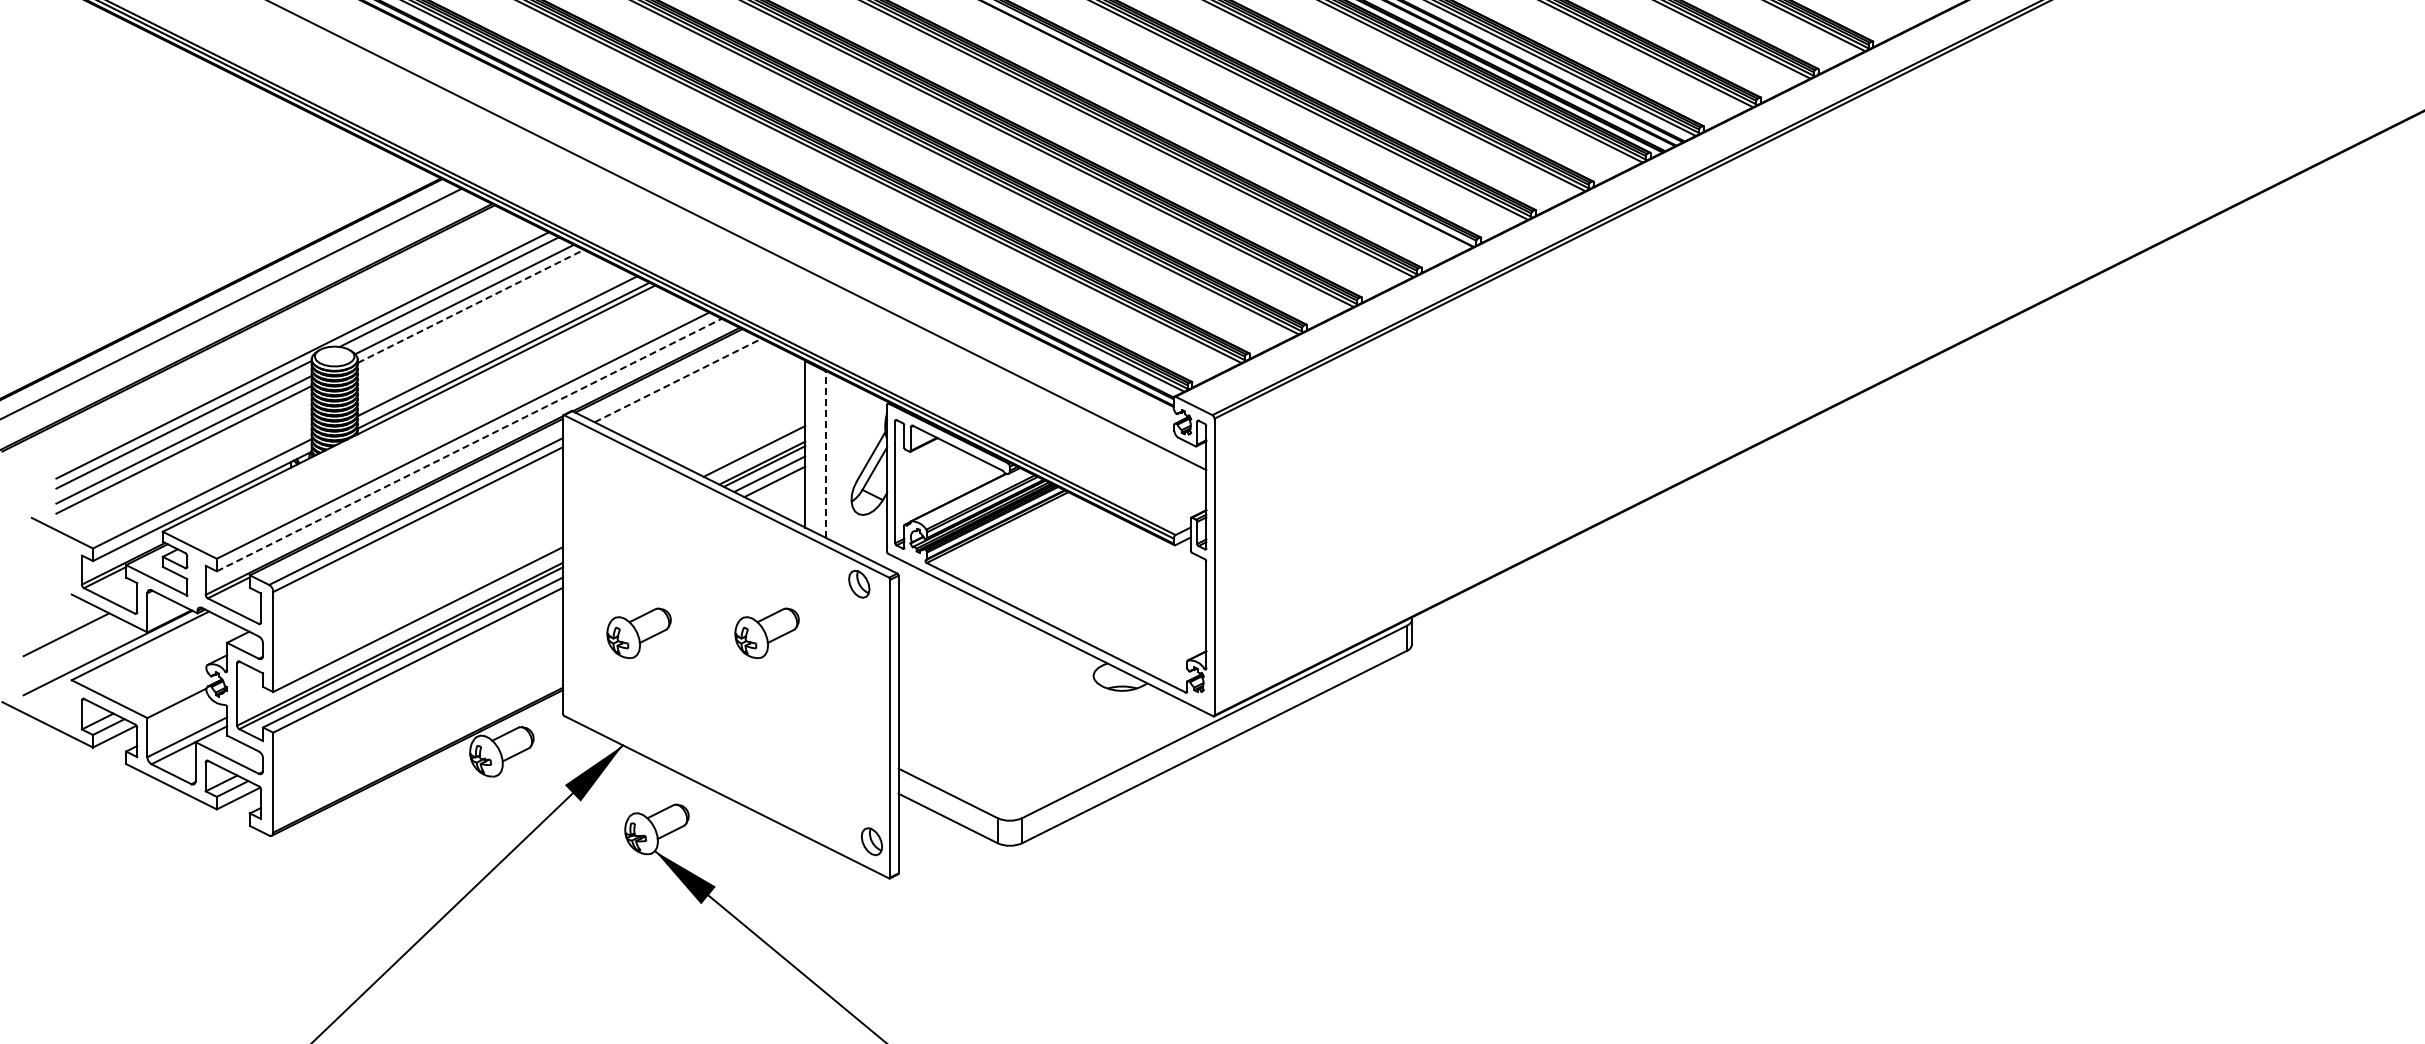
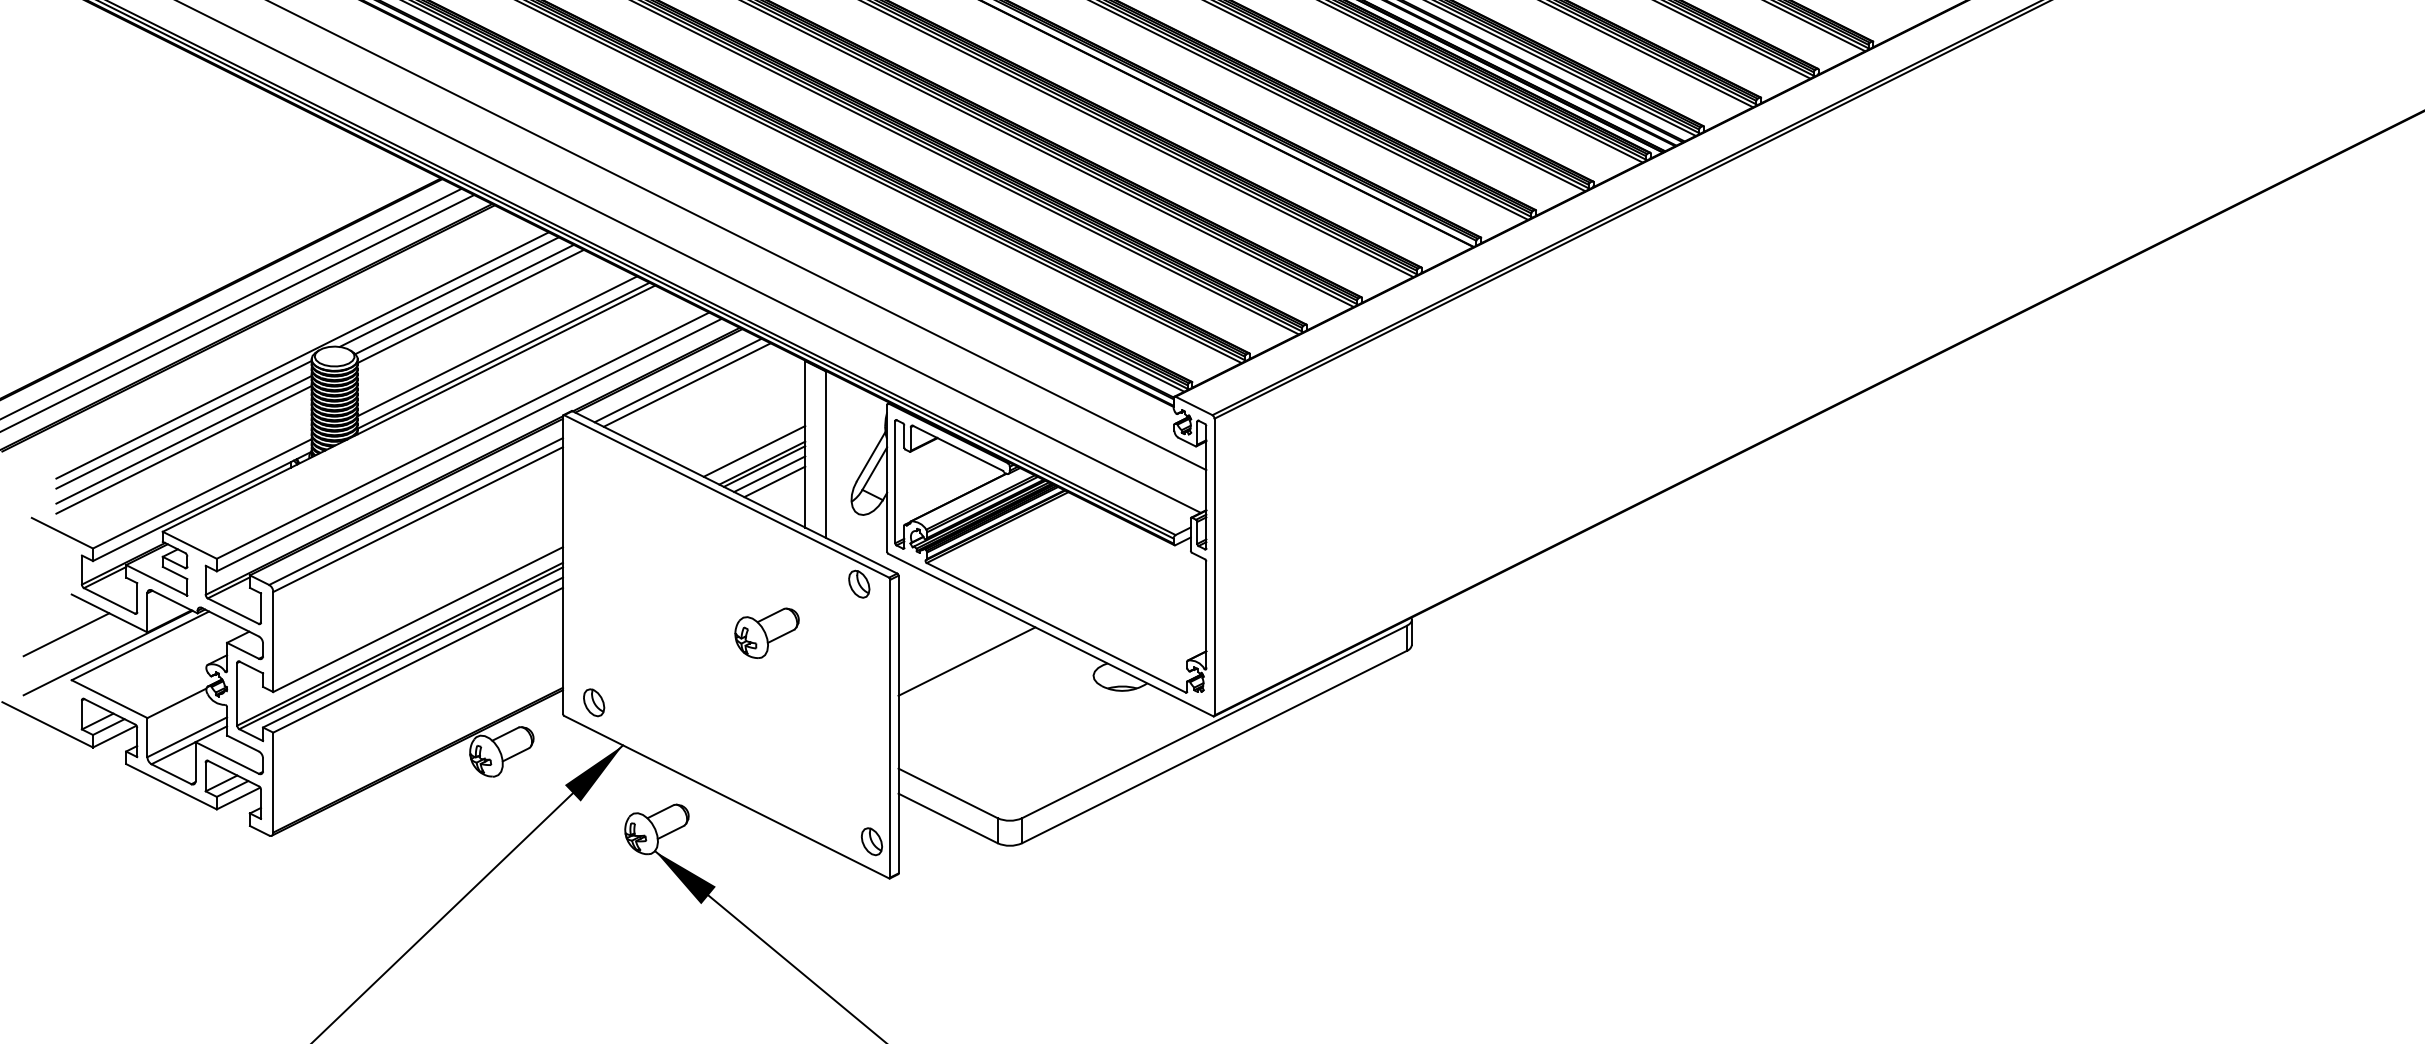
line at (689, 257): none -> present
line at (471, 306): dashed -> solid
line at (238, 312): none -> present
line at (678, 380): dashed -> solid
line at (686, 384): none -> present
line at (469, 444): dashed -> solid
line at (825, 454): dashed -> solid
part at (638, 632): present -> none
line at (966, 661): none -> present
part at (594, 702): none -> present
